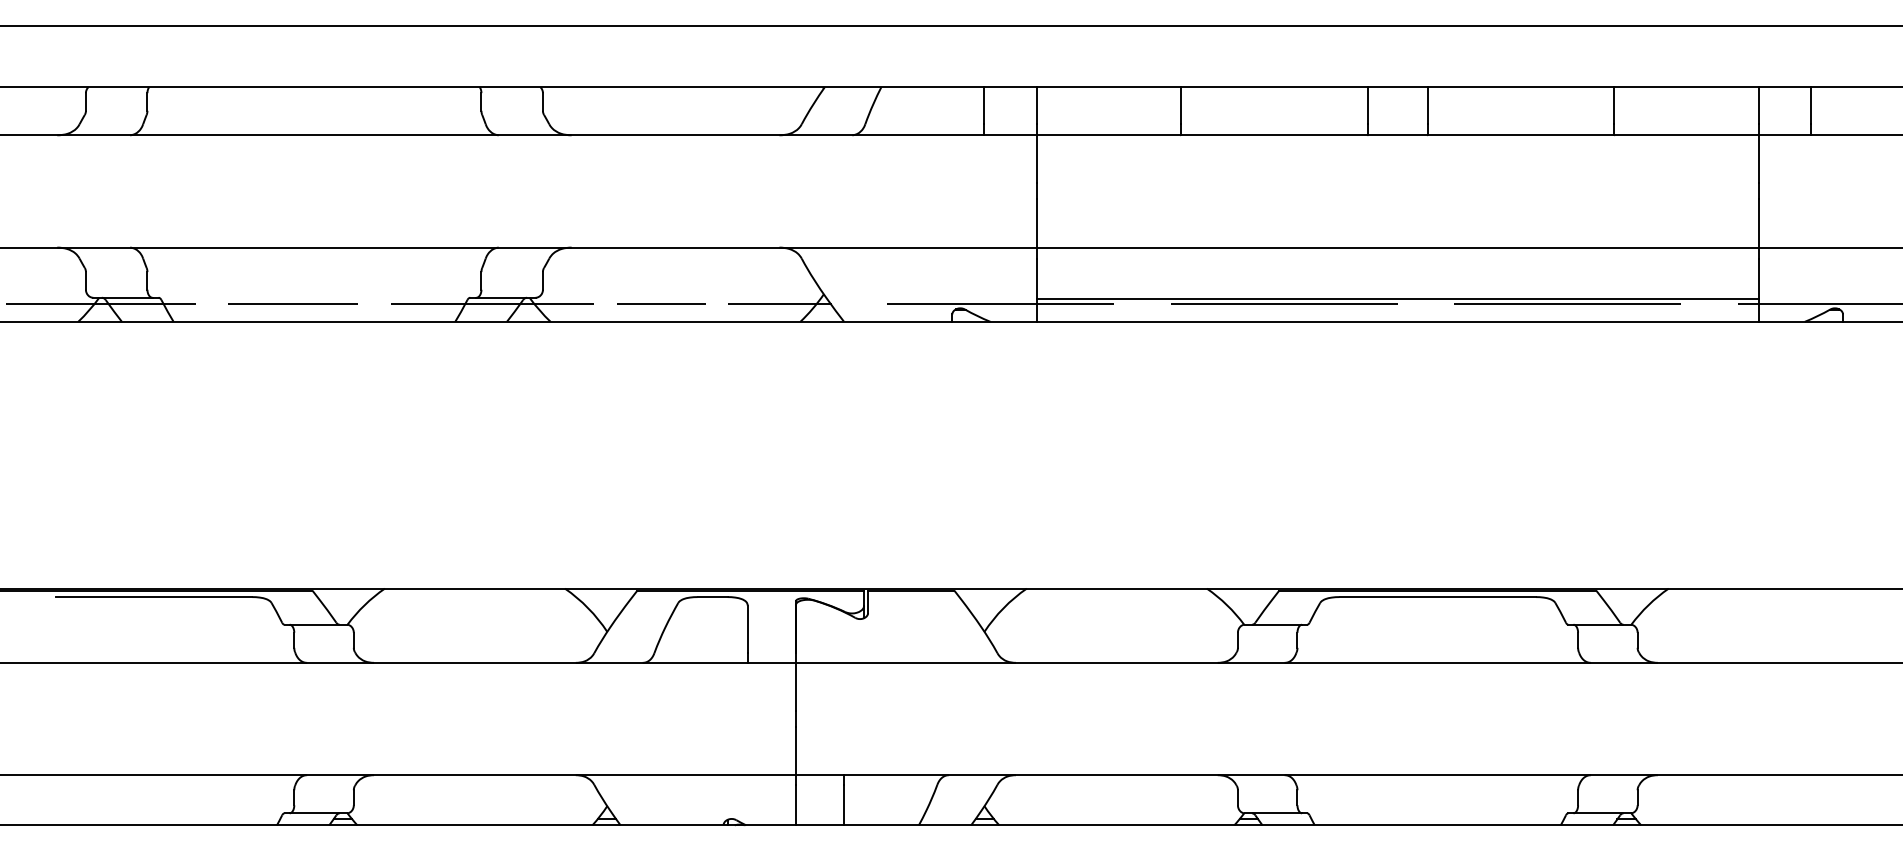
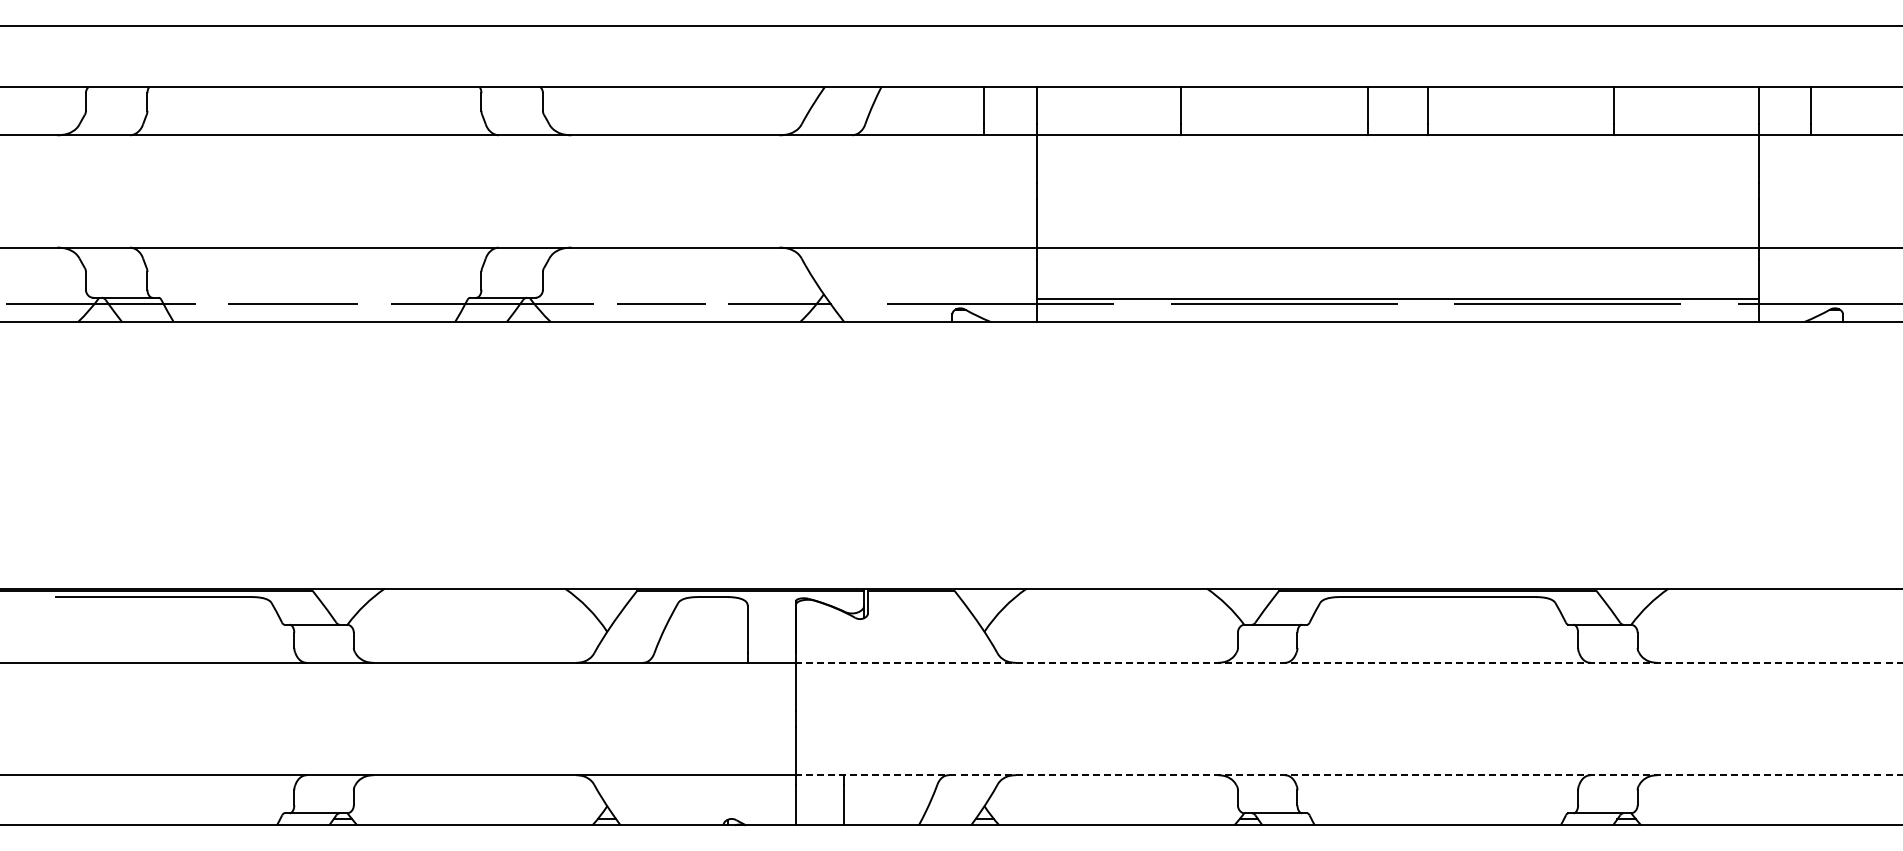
line at (1348, 662): solid -> dashed
line at (1348, 775): solid -> dashed
